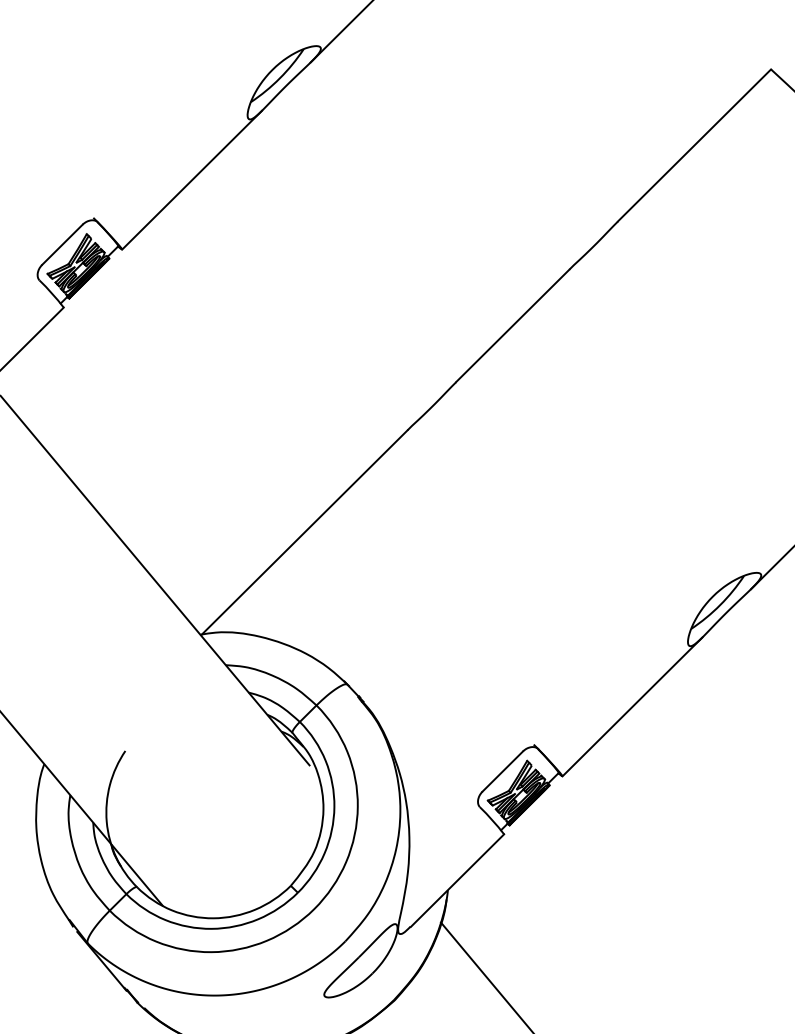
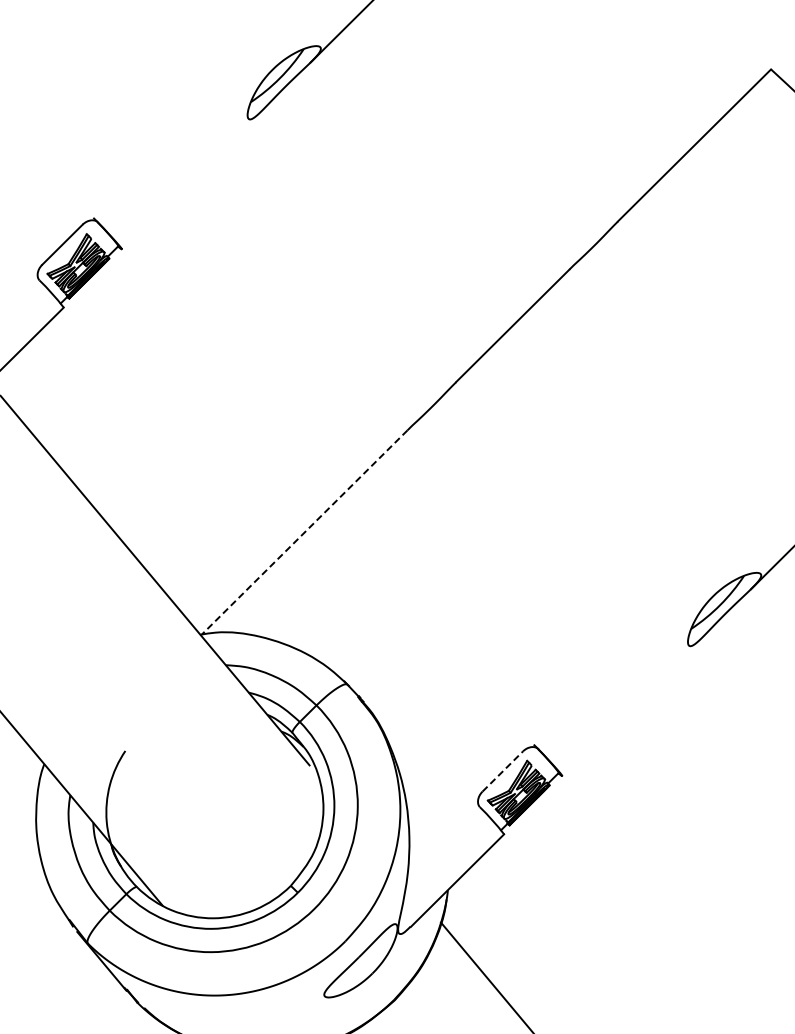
line at (192, 179): present -> none
line at (304, 532): solid -> dashed
line at (632, 706): present -> none
line at (503, 771): solid -> dashed
